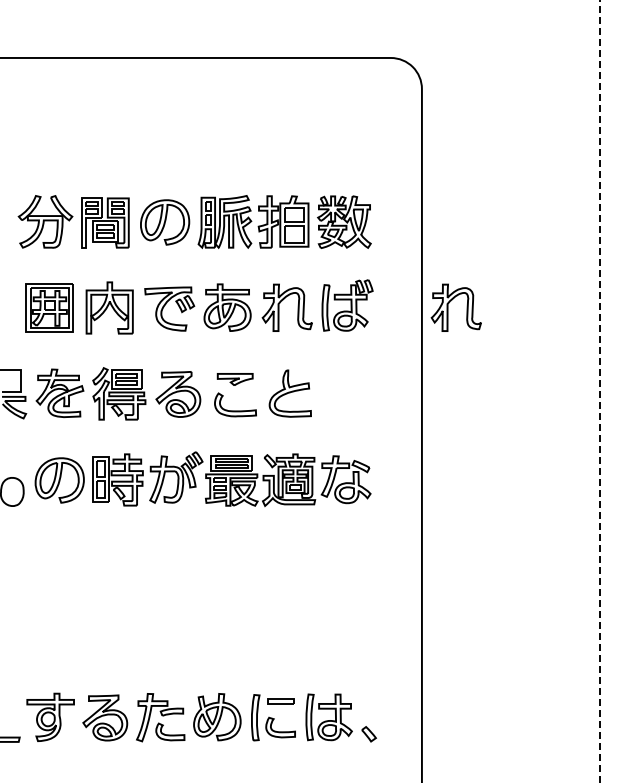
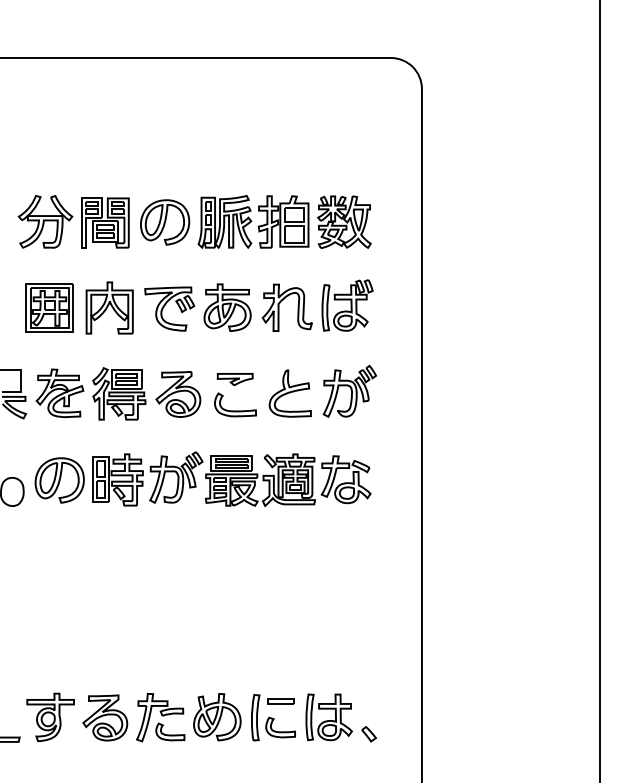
part at (448, 307): present -> none
part at (349, 390): none -> present
line at (600, 391): dashed -> solid
